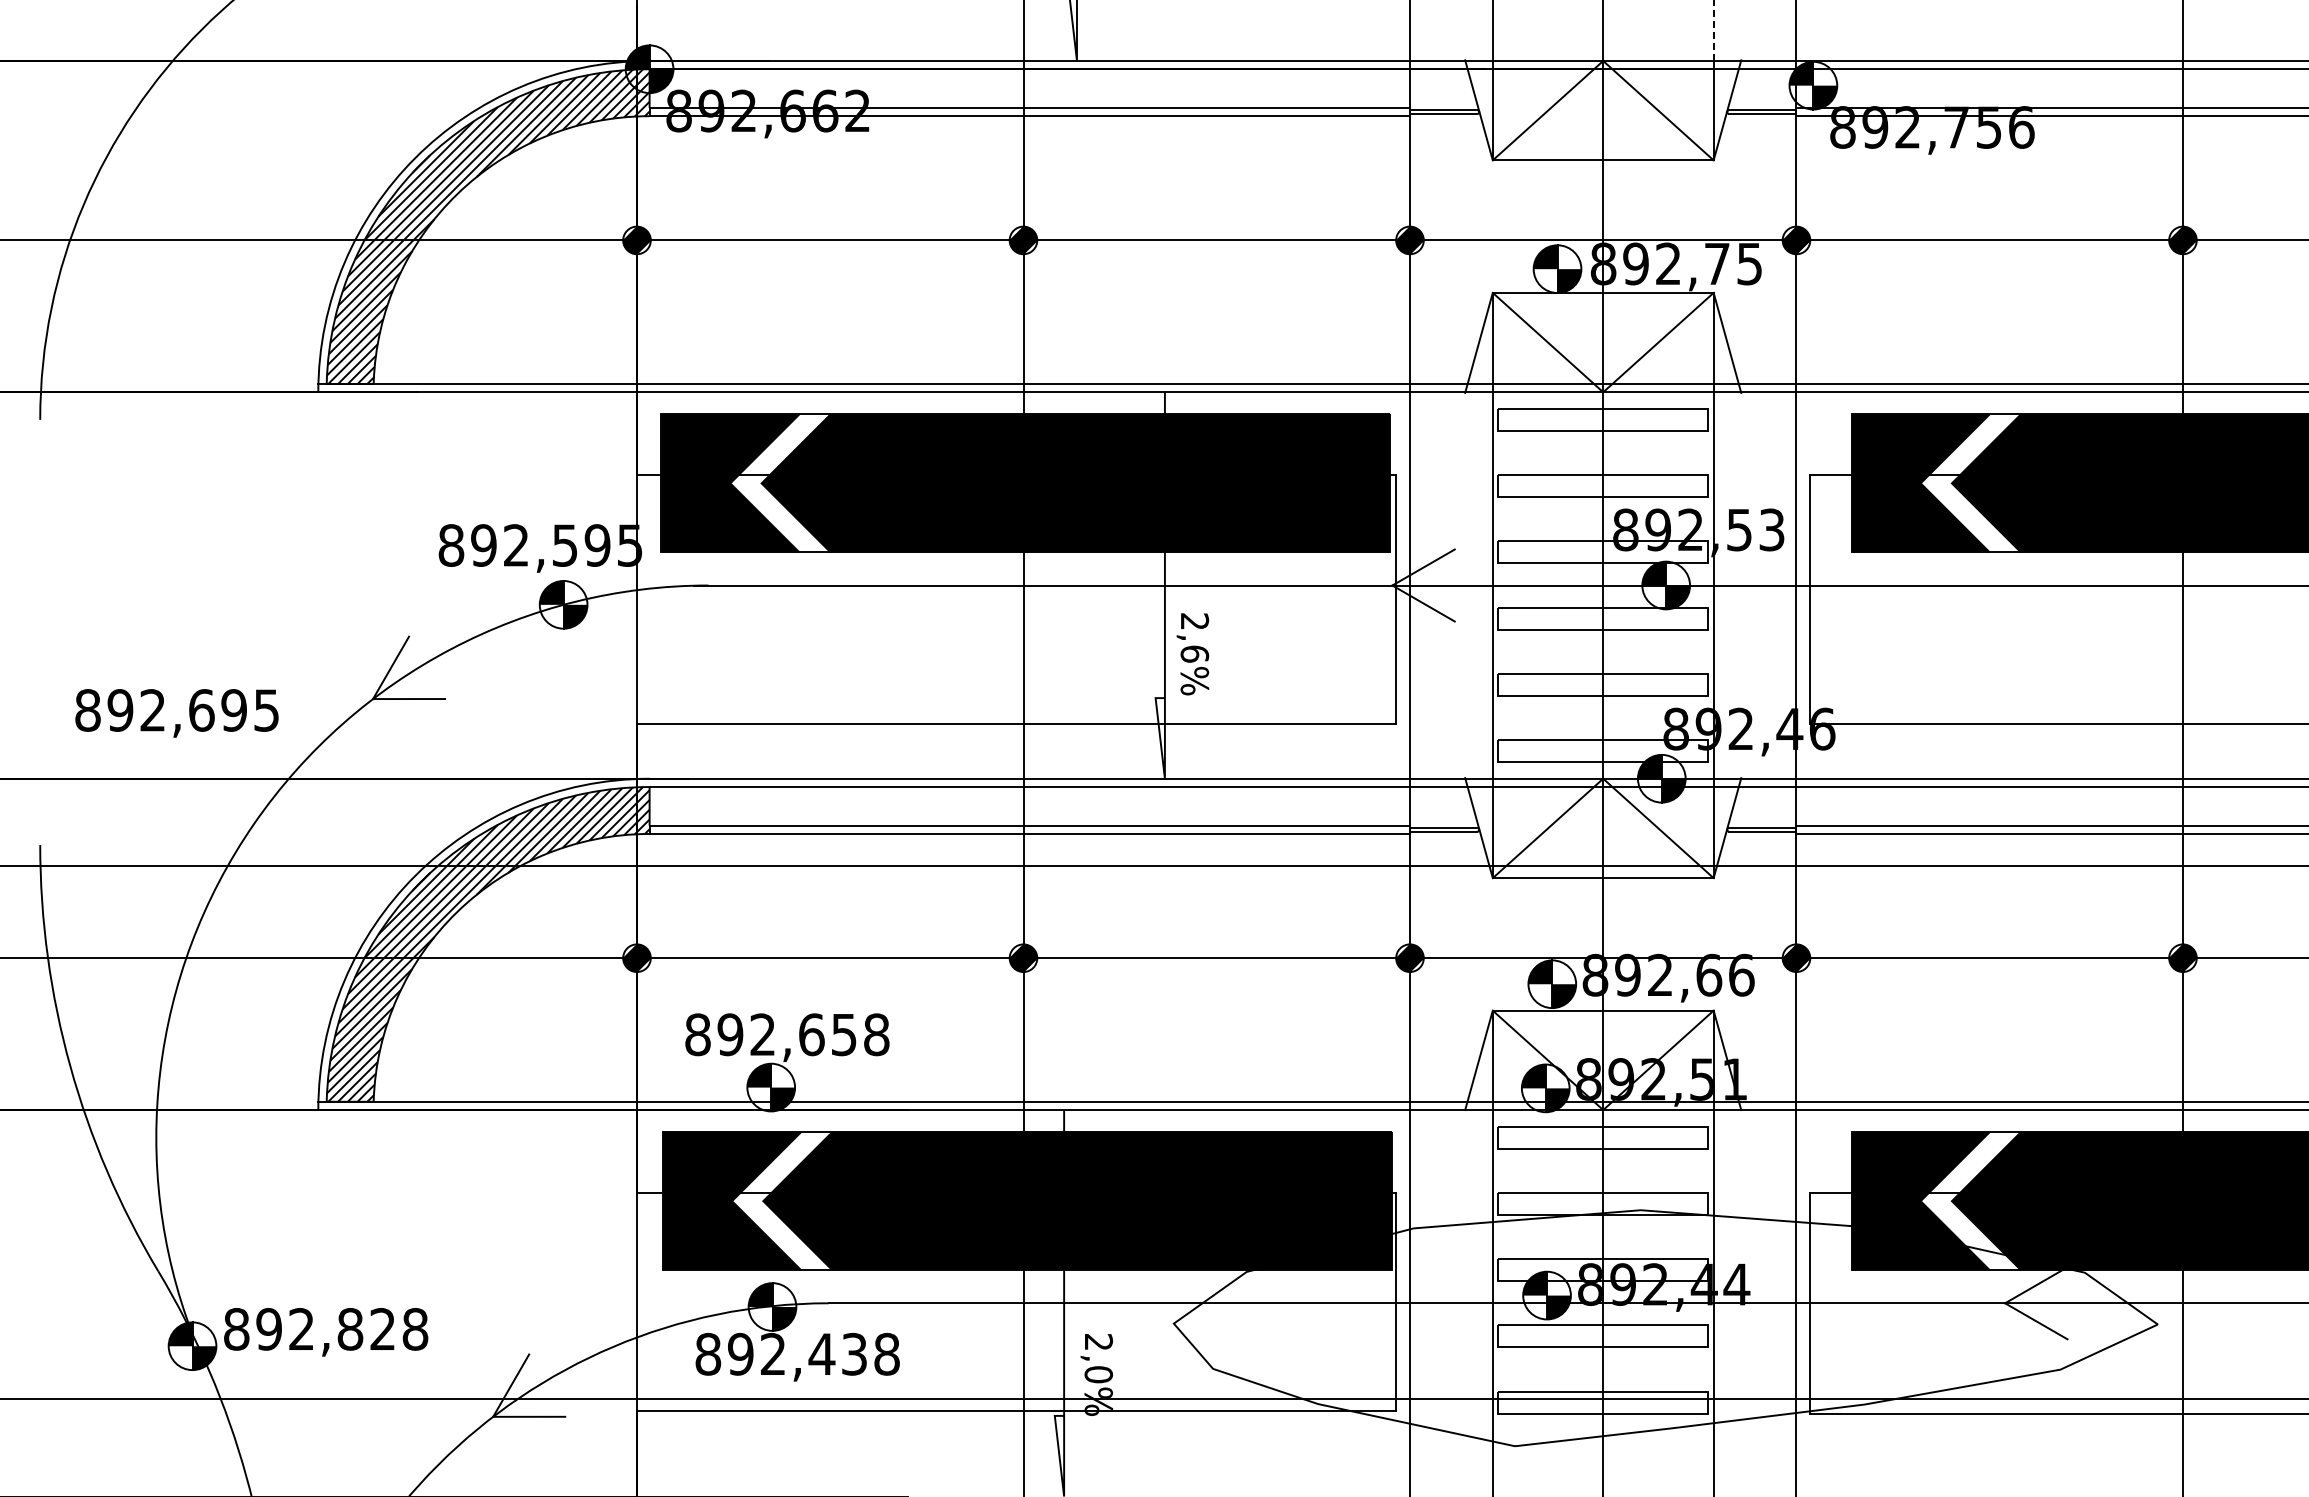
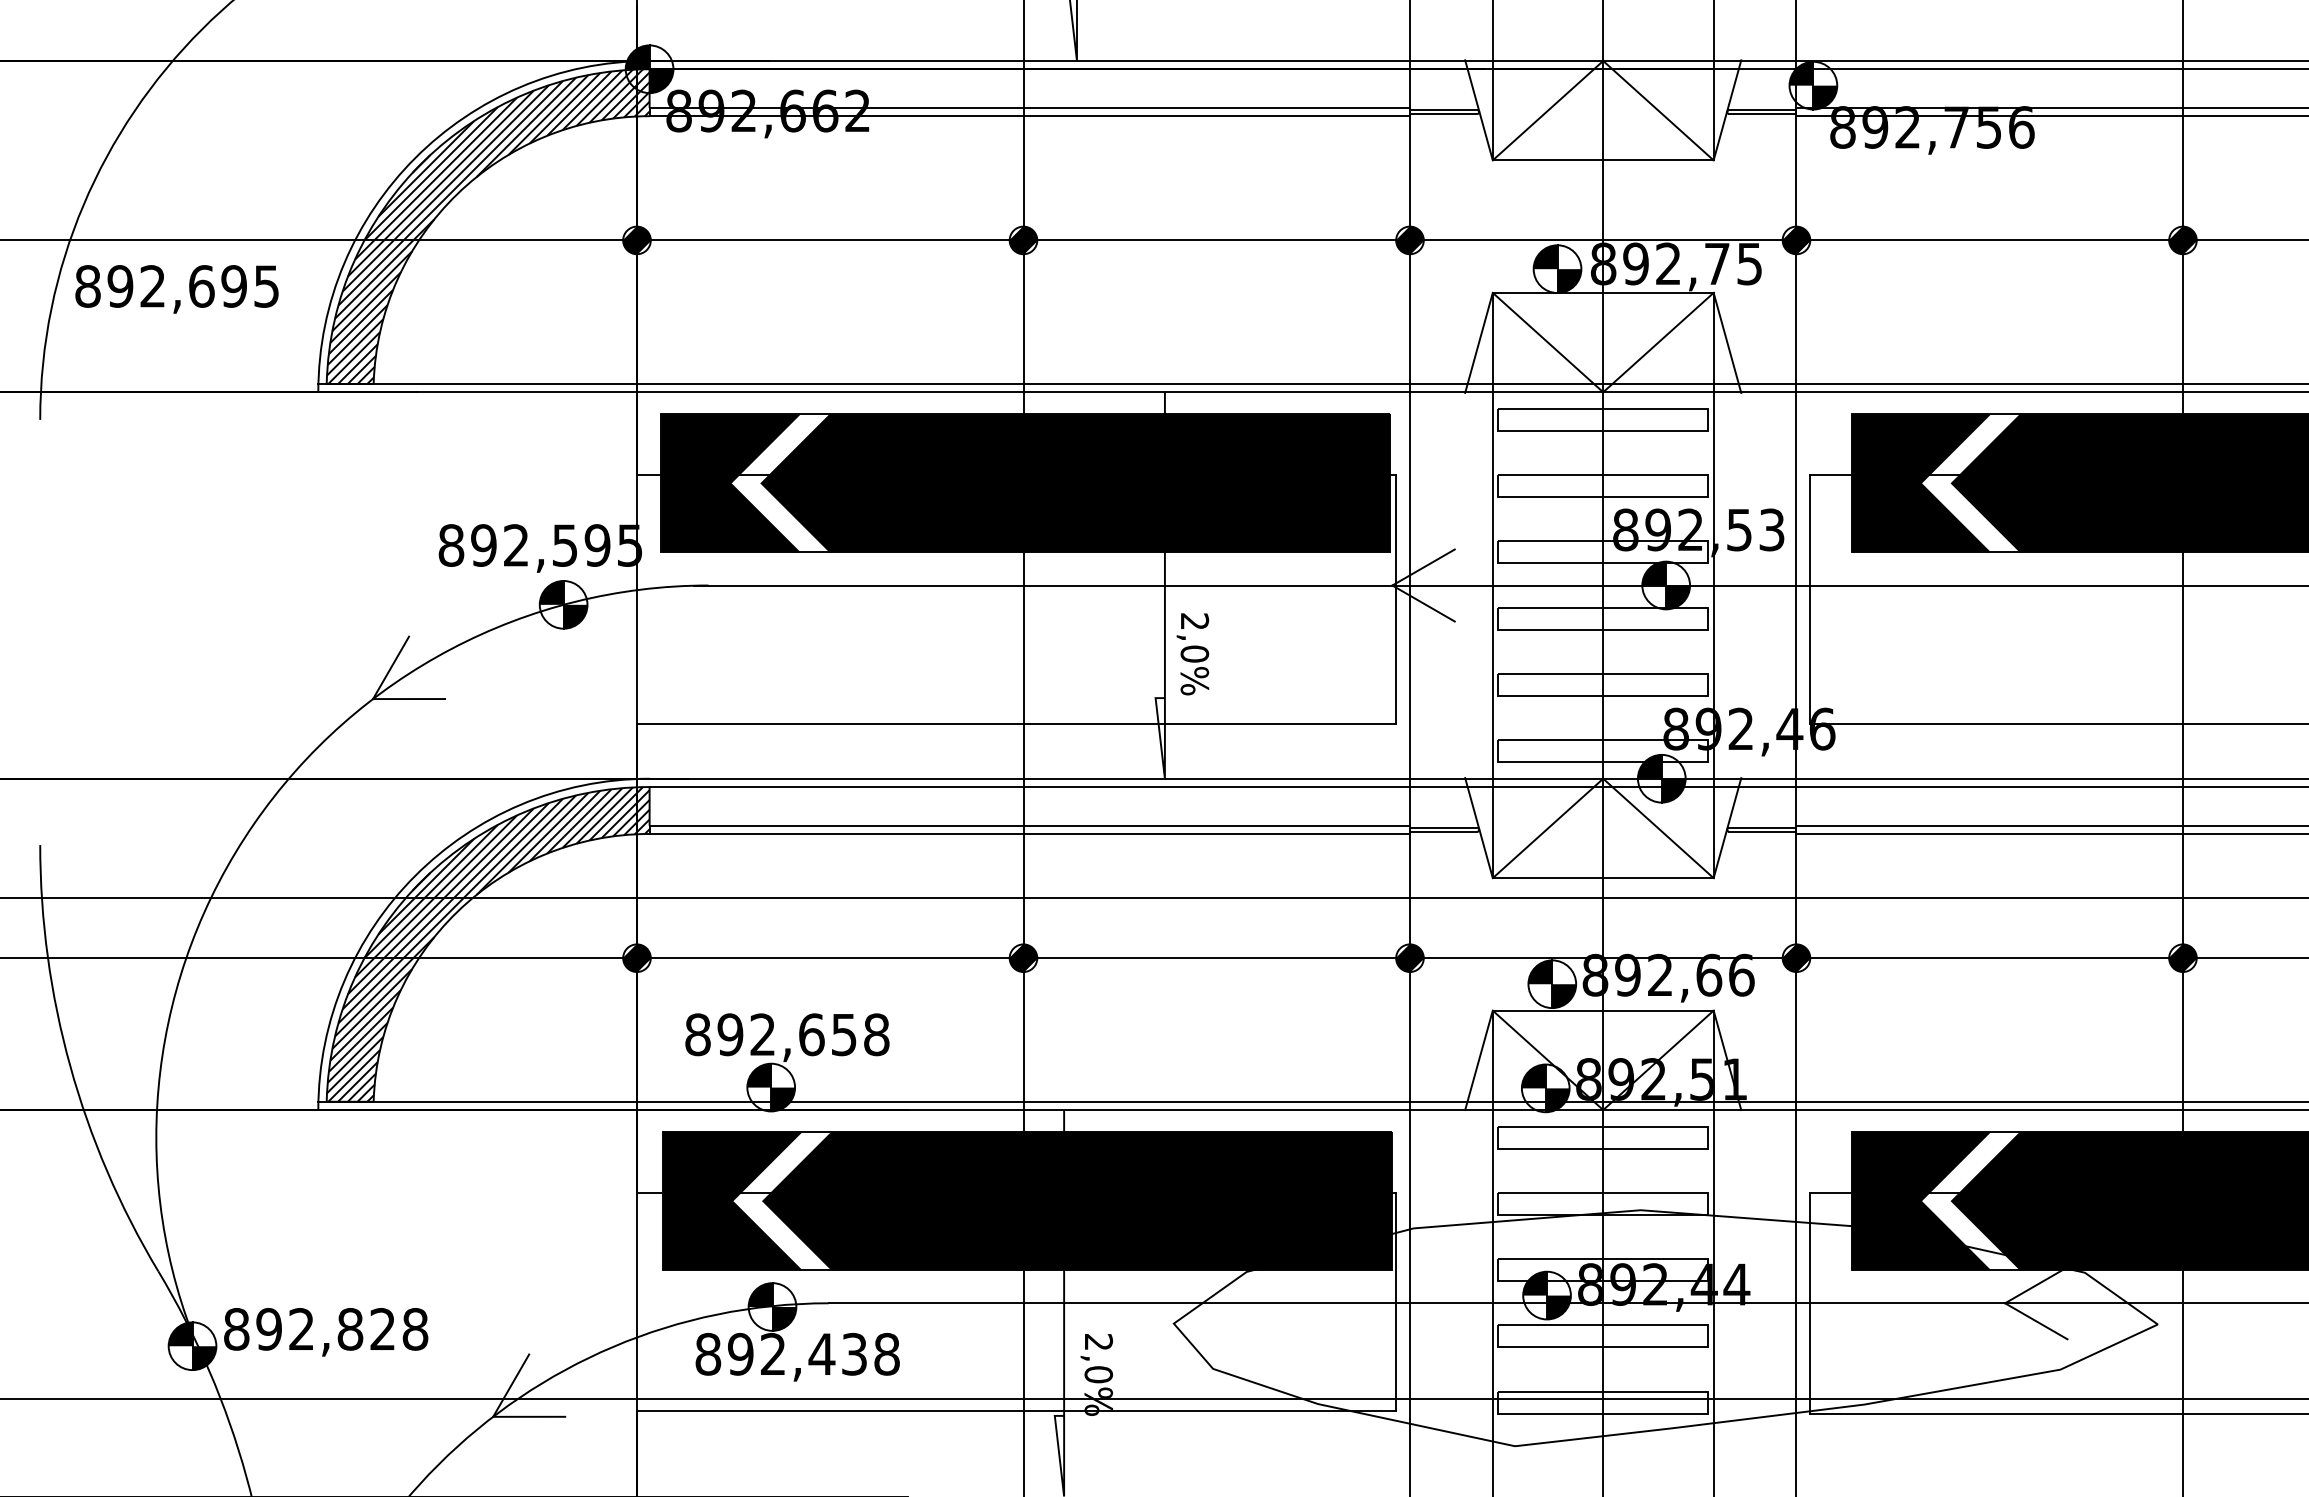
line at (1713, 30): dashed -> solid
text at (1194, 653): 2,6% -> 2,0%
text at (176, 713) position: (176, 713) -> (176, 289)
line at (1153, 866) position: (1153, 866) -> (1153, 898)
